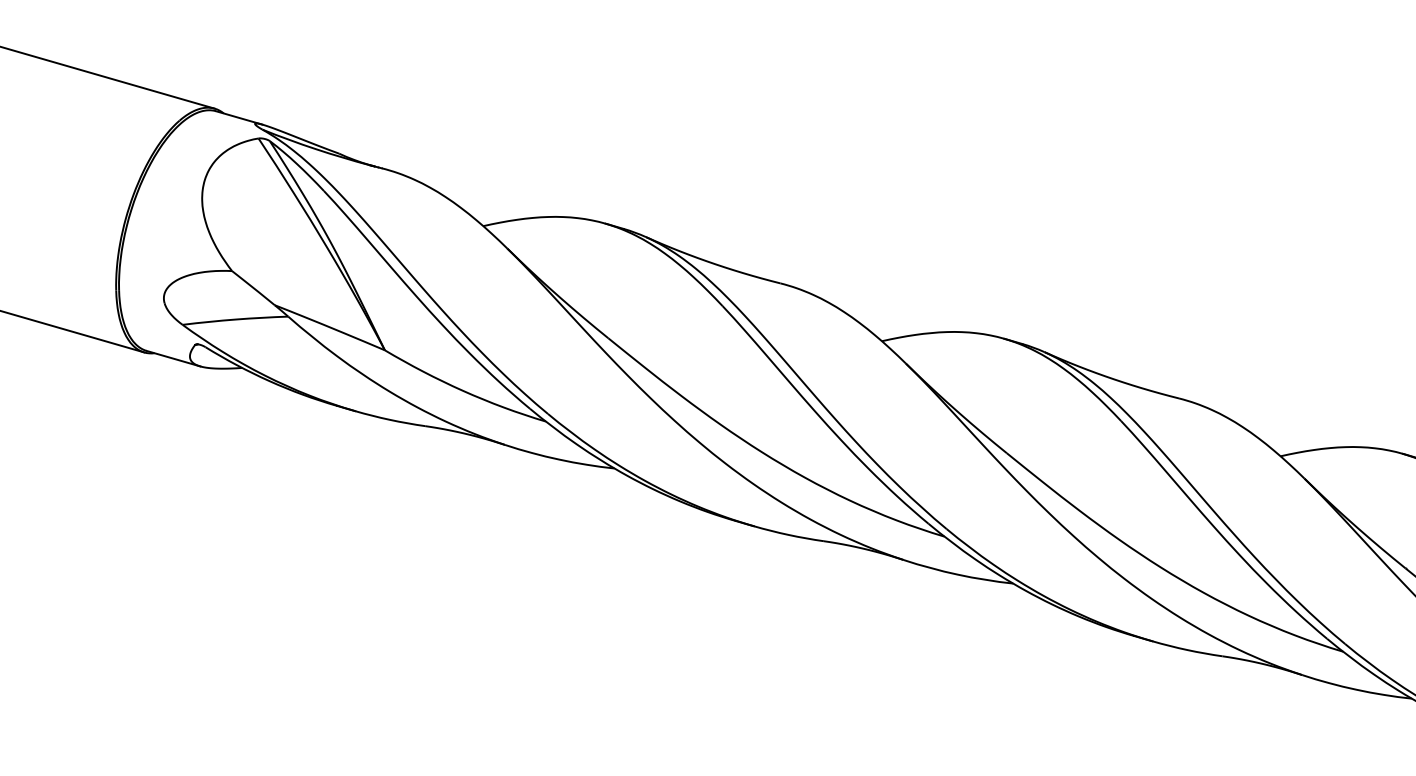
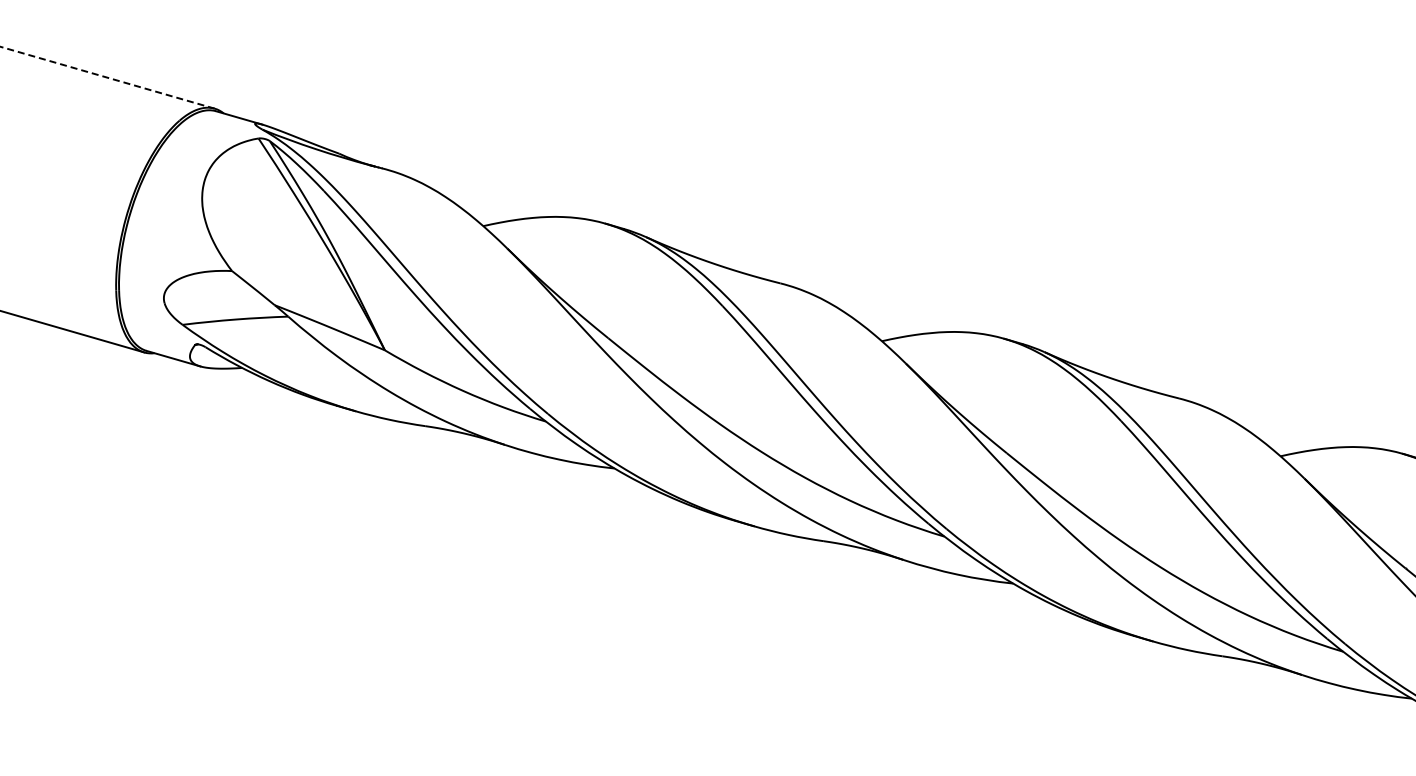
line at (107, 77): solid -> dashed
